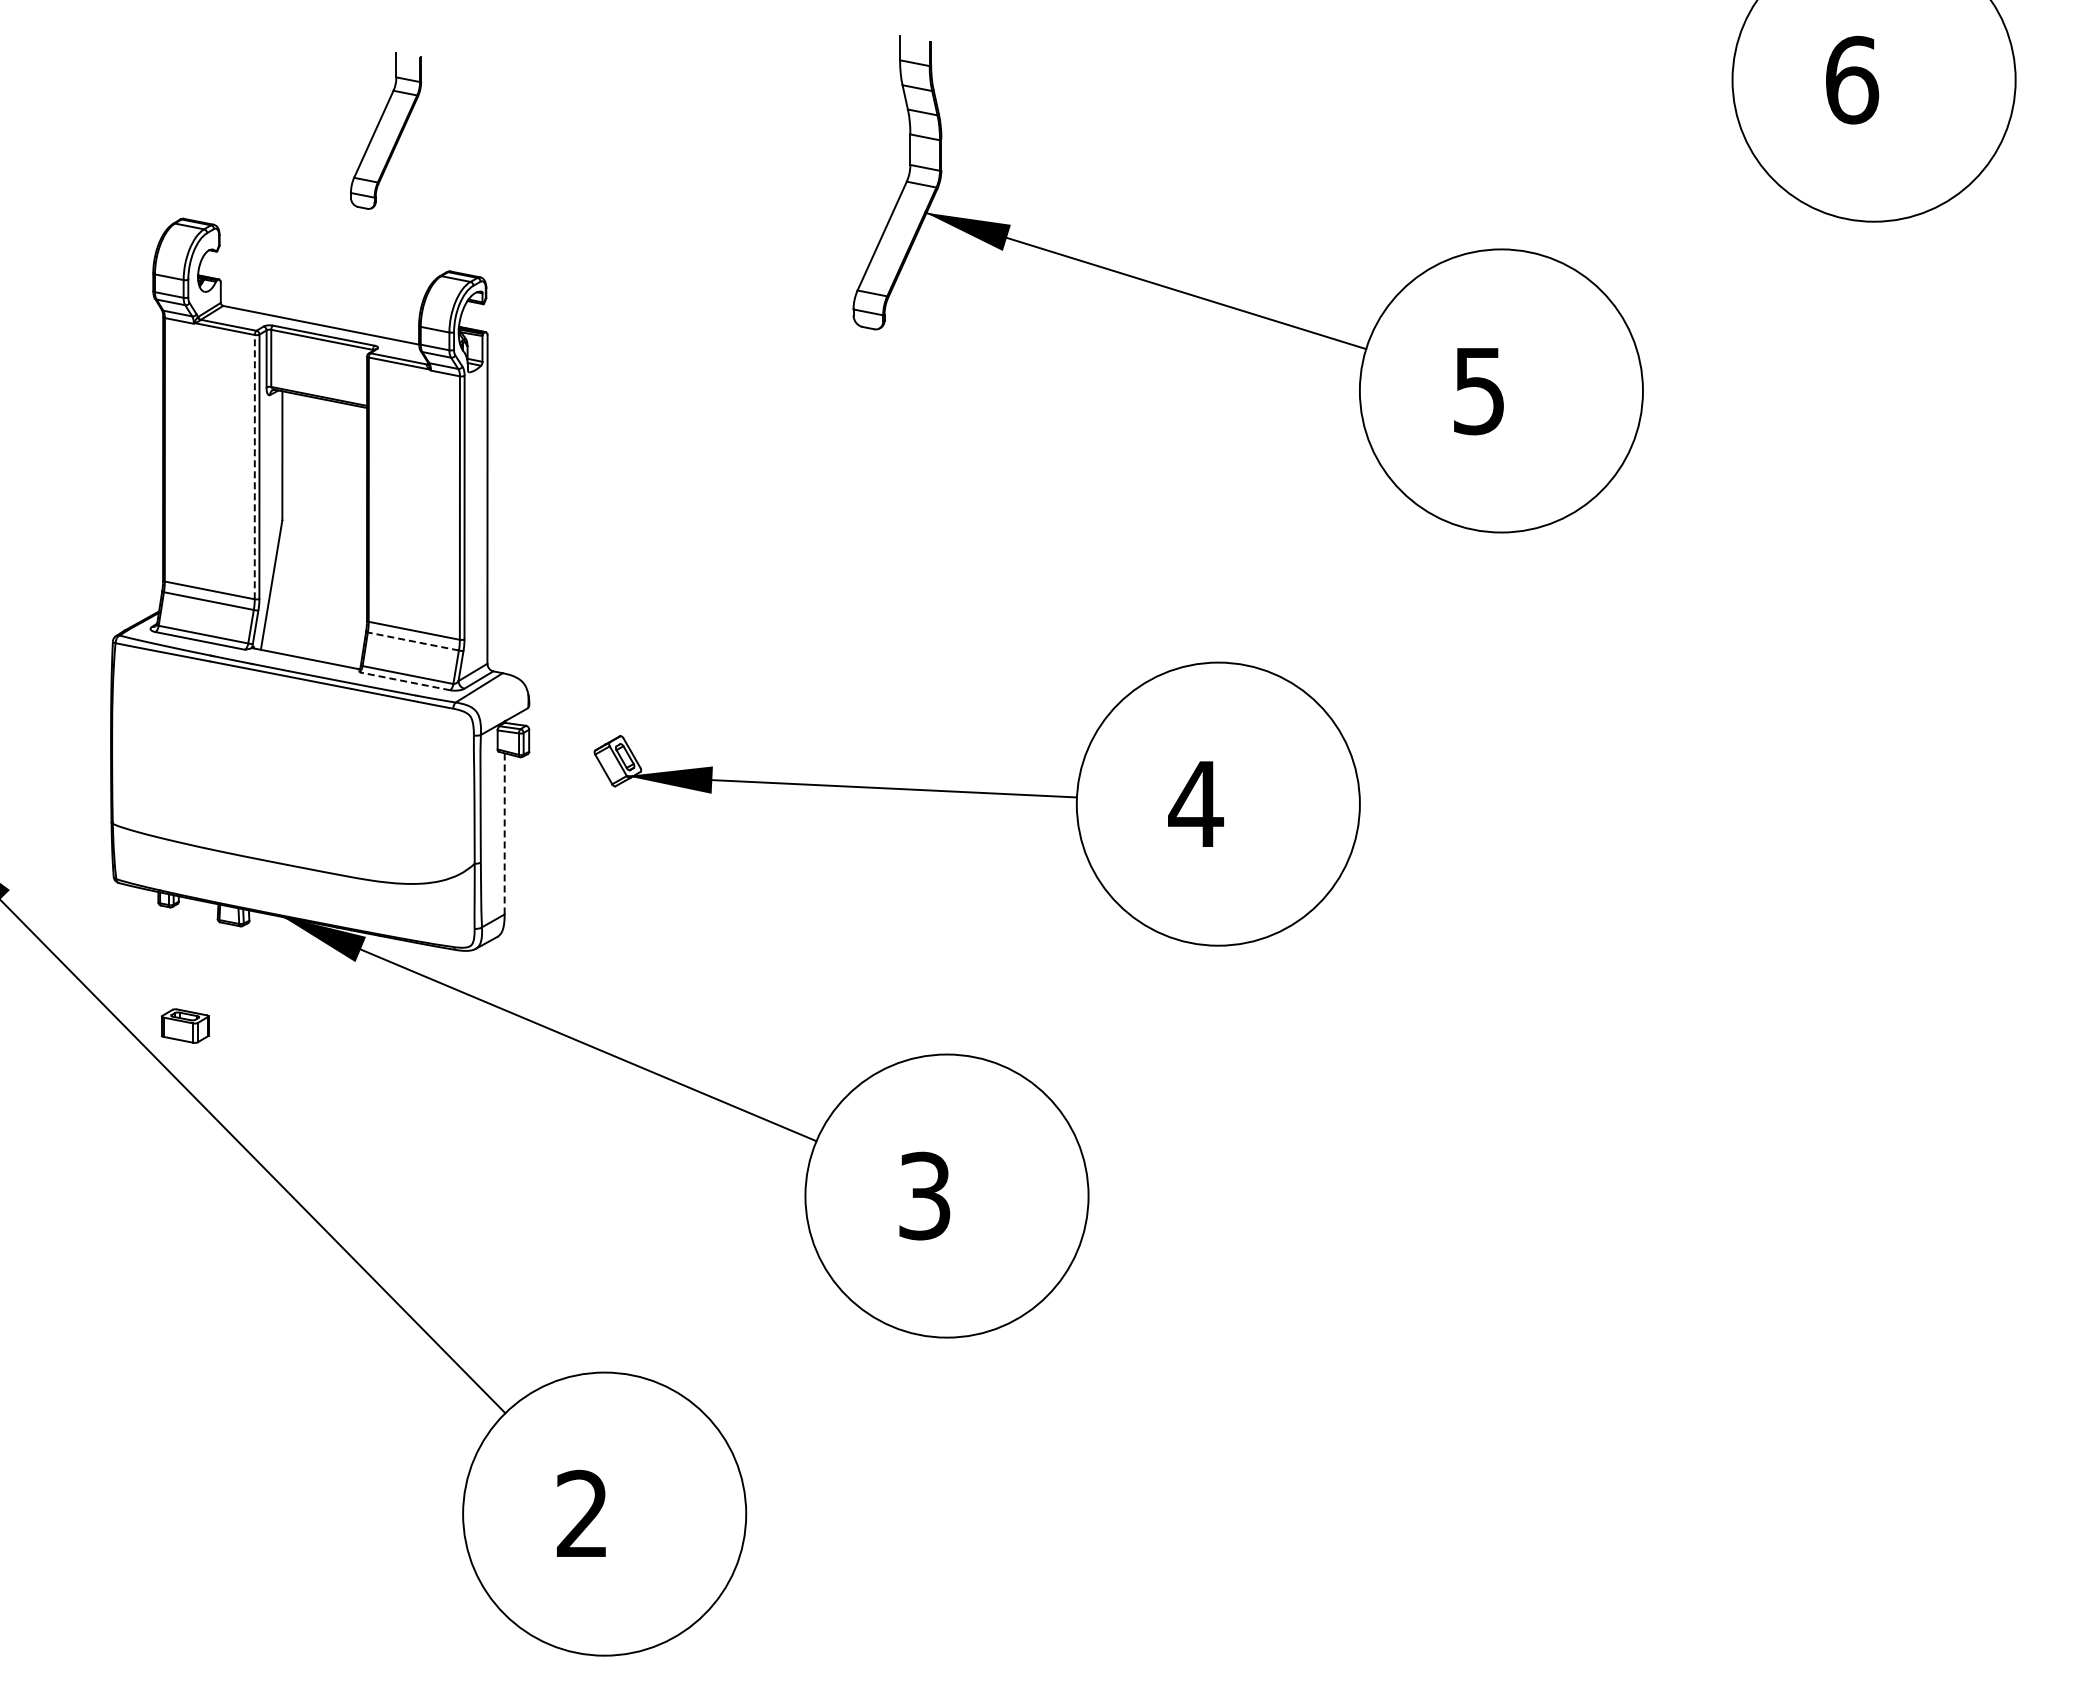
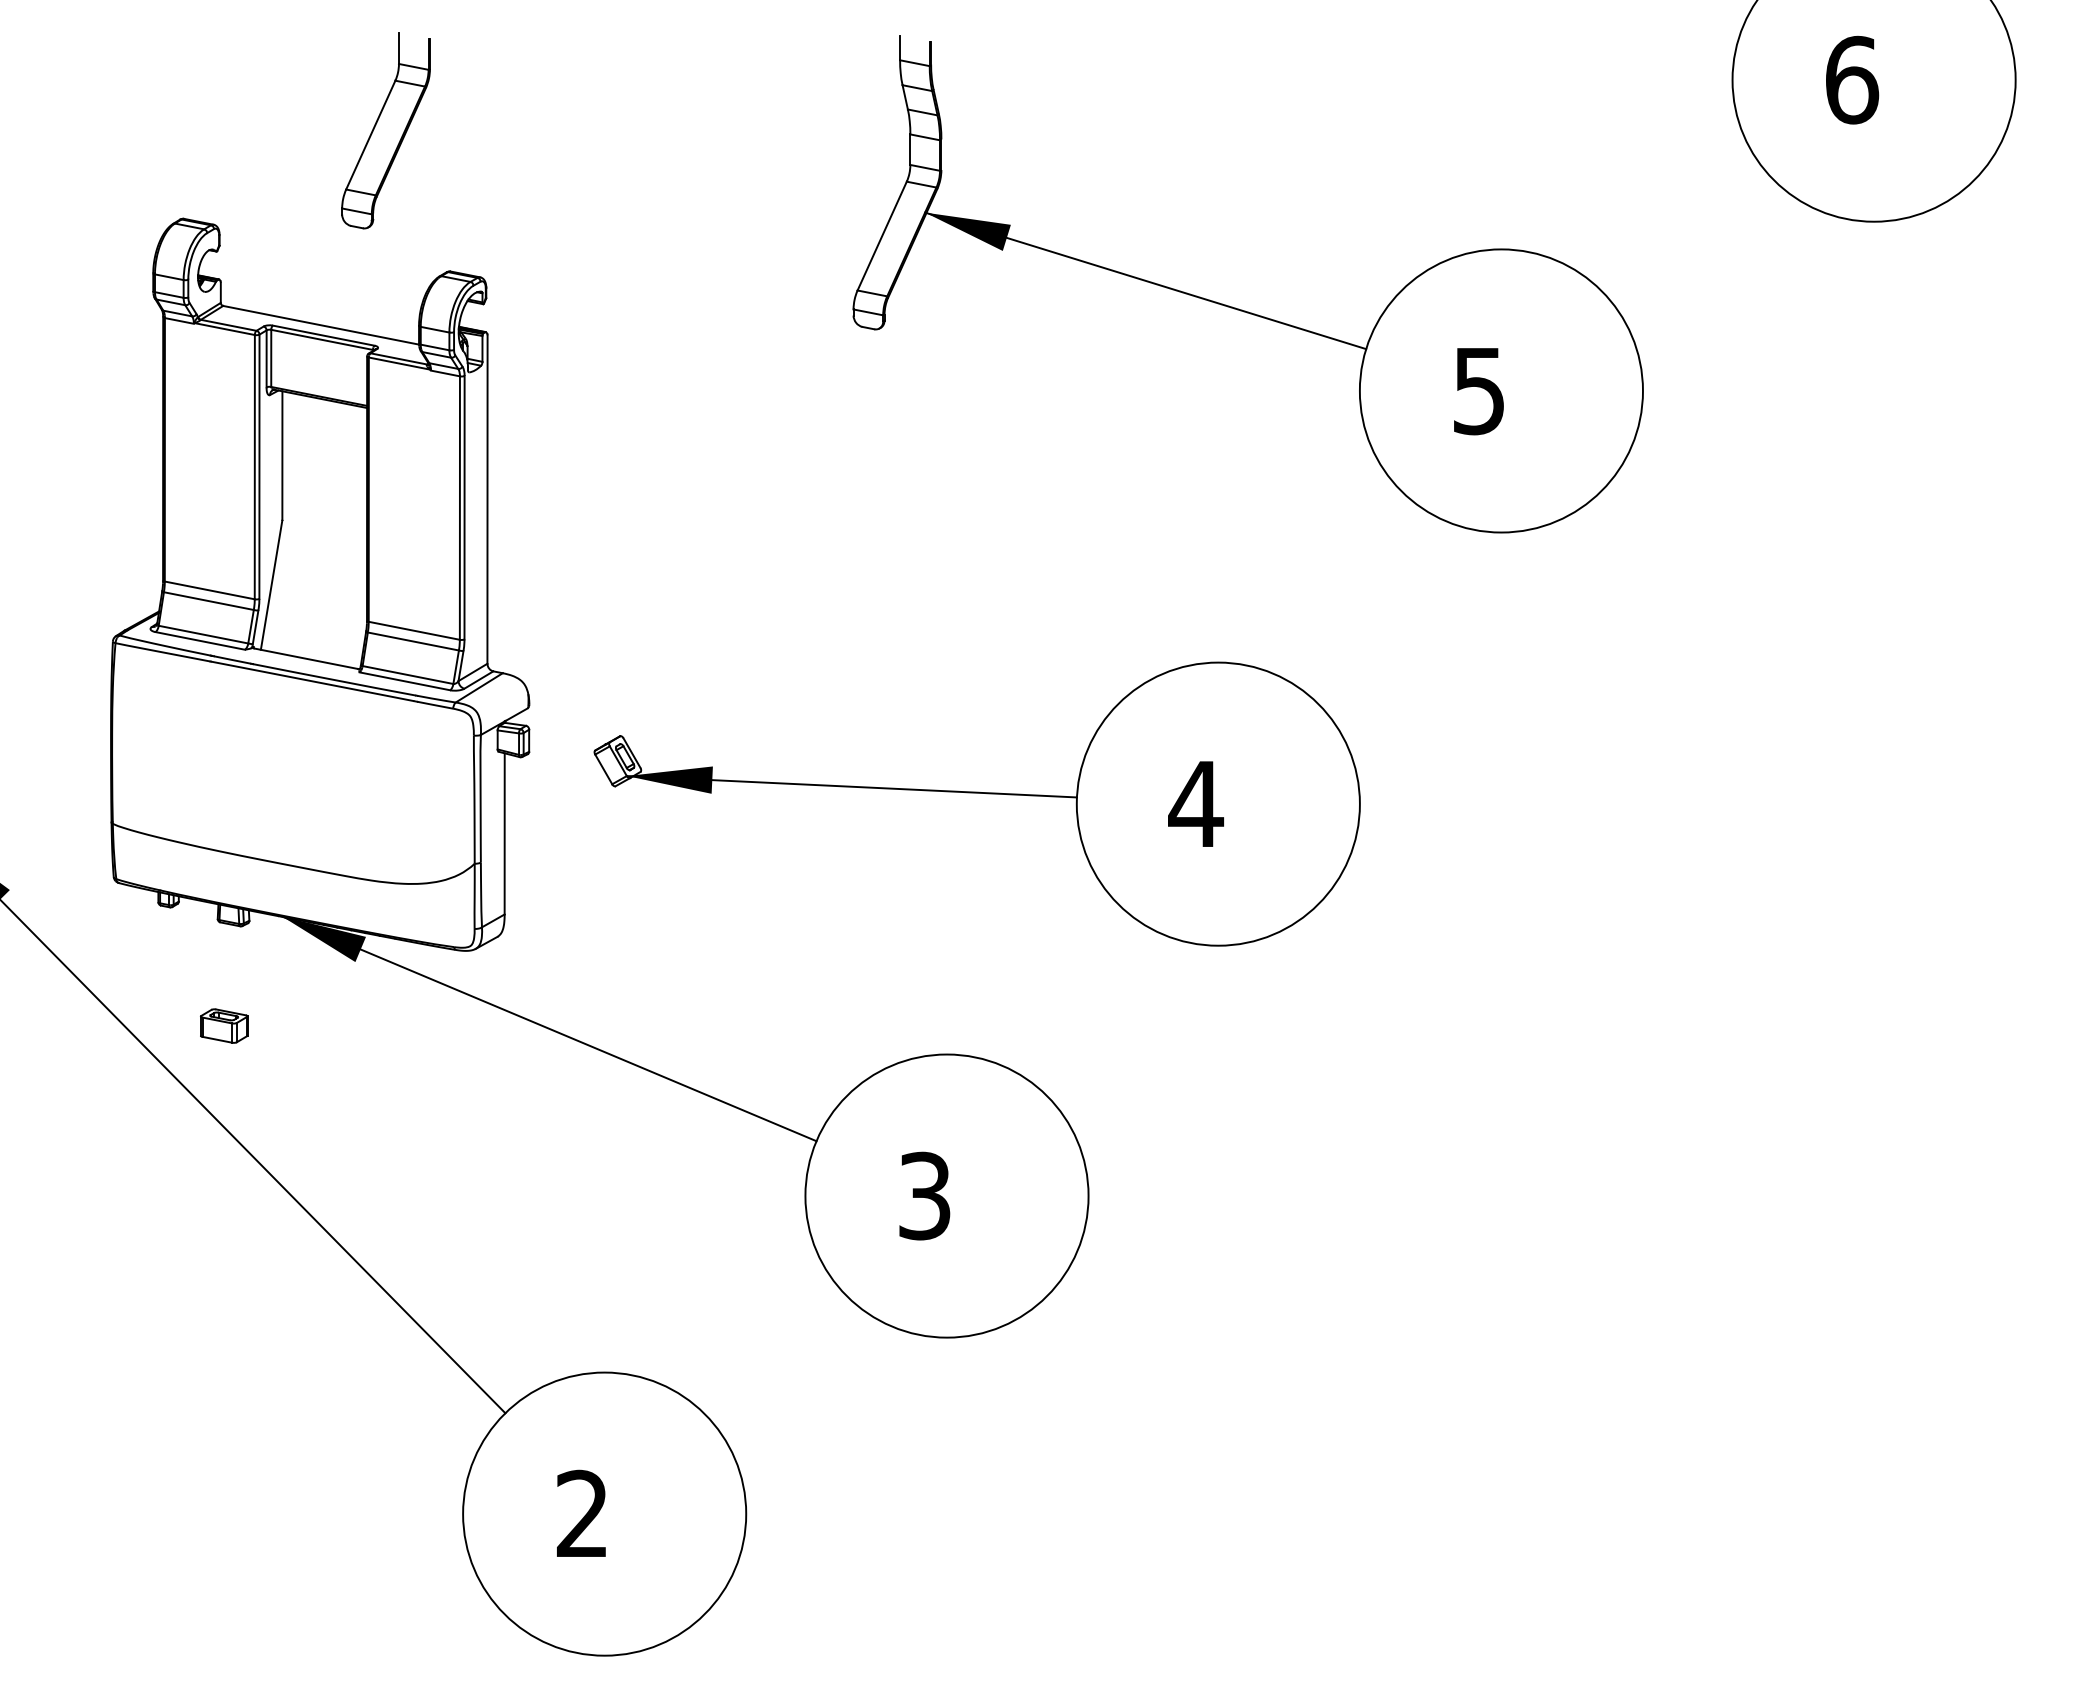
part at (386, 130) size: 73x158 px -> 90x198 px
line at (254, 466): dashed -> solid
line at (412, 641): dashed -> solid
line at (404, 681): dashed -> solid
line at (504, 833): dashed -> solid
part at (185, 1025) position: (185, 1025) -> (224, 1025)
